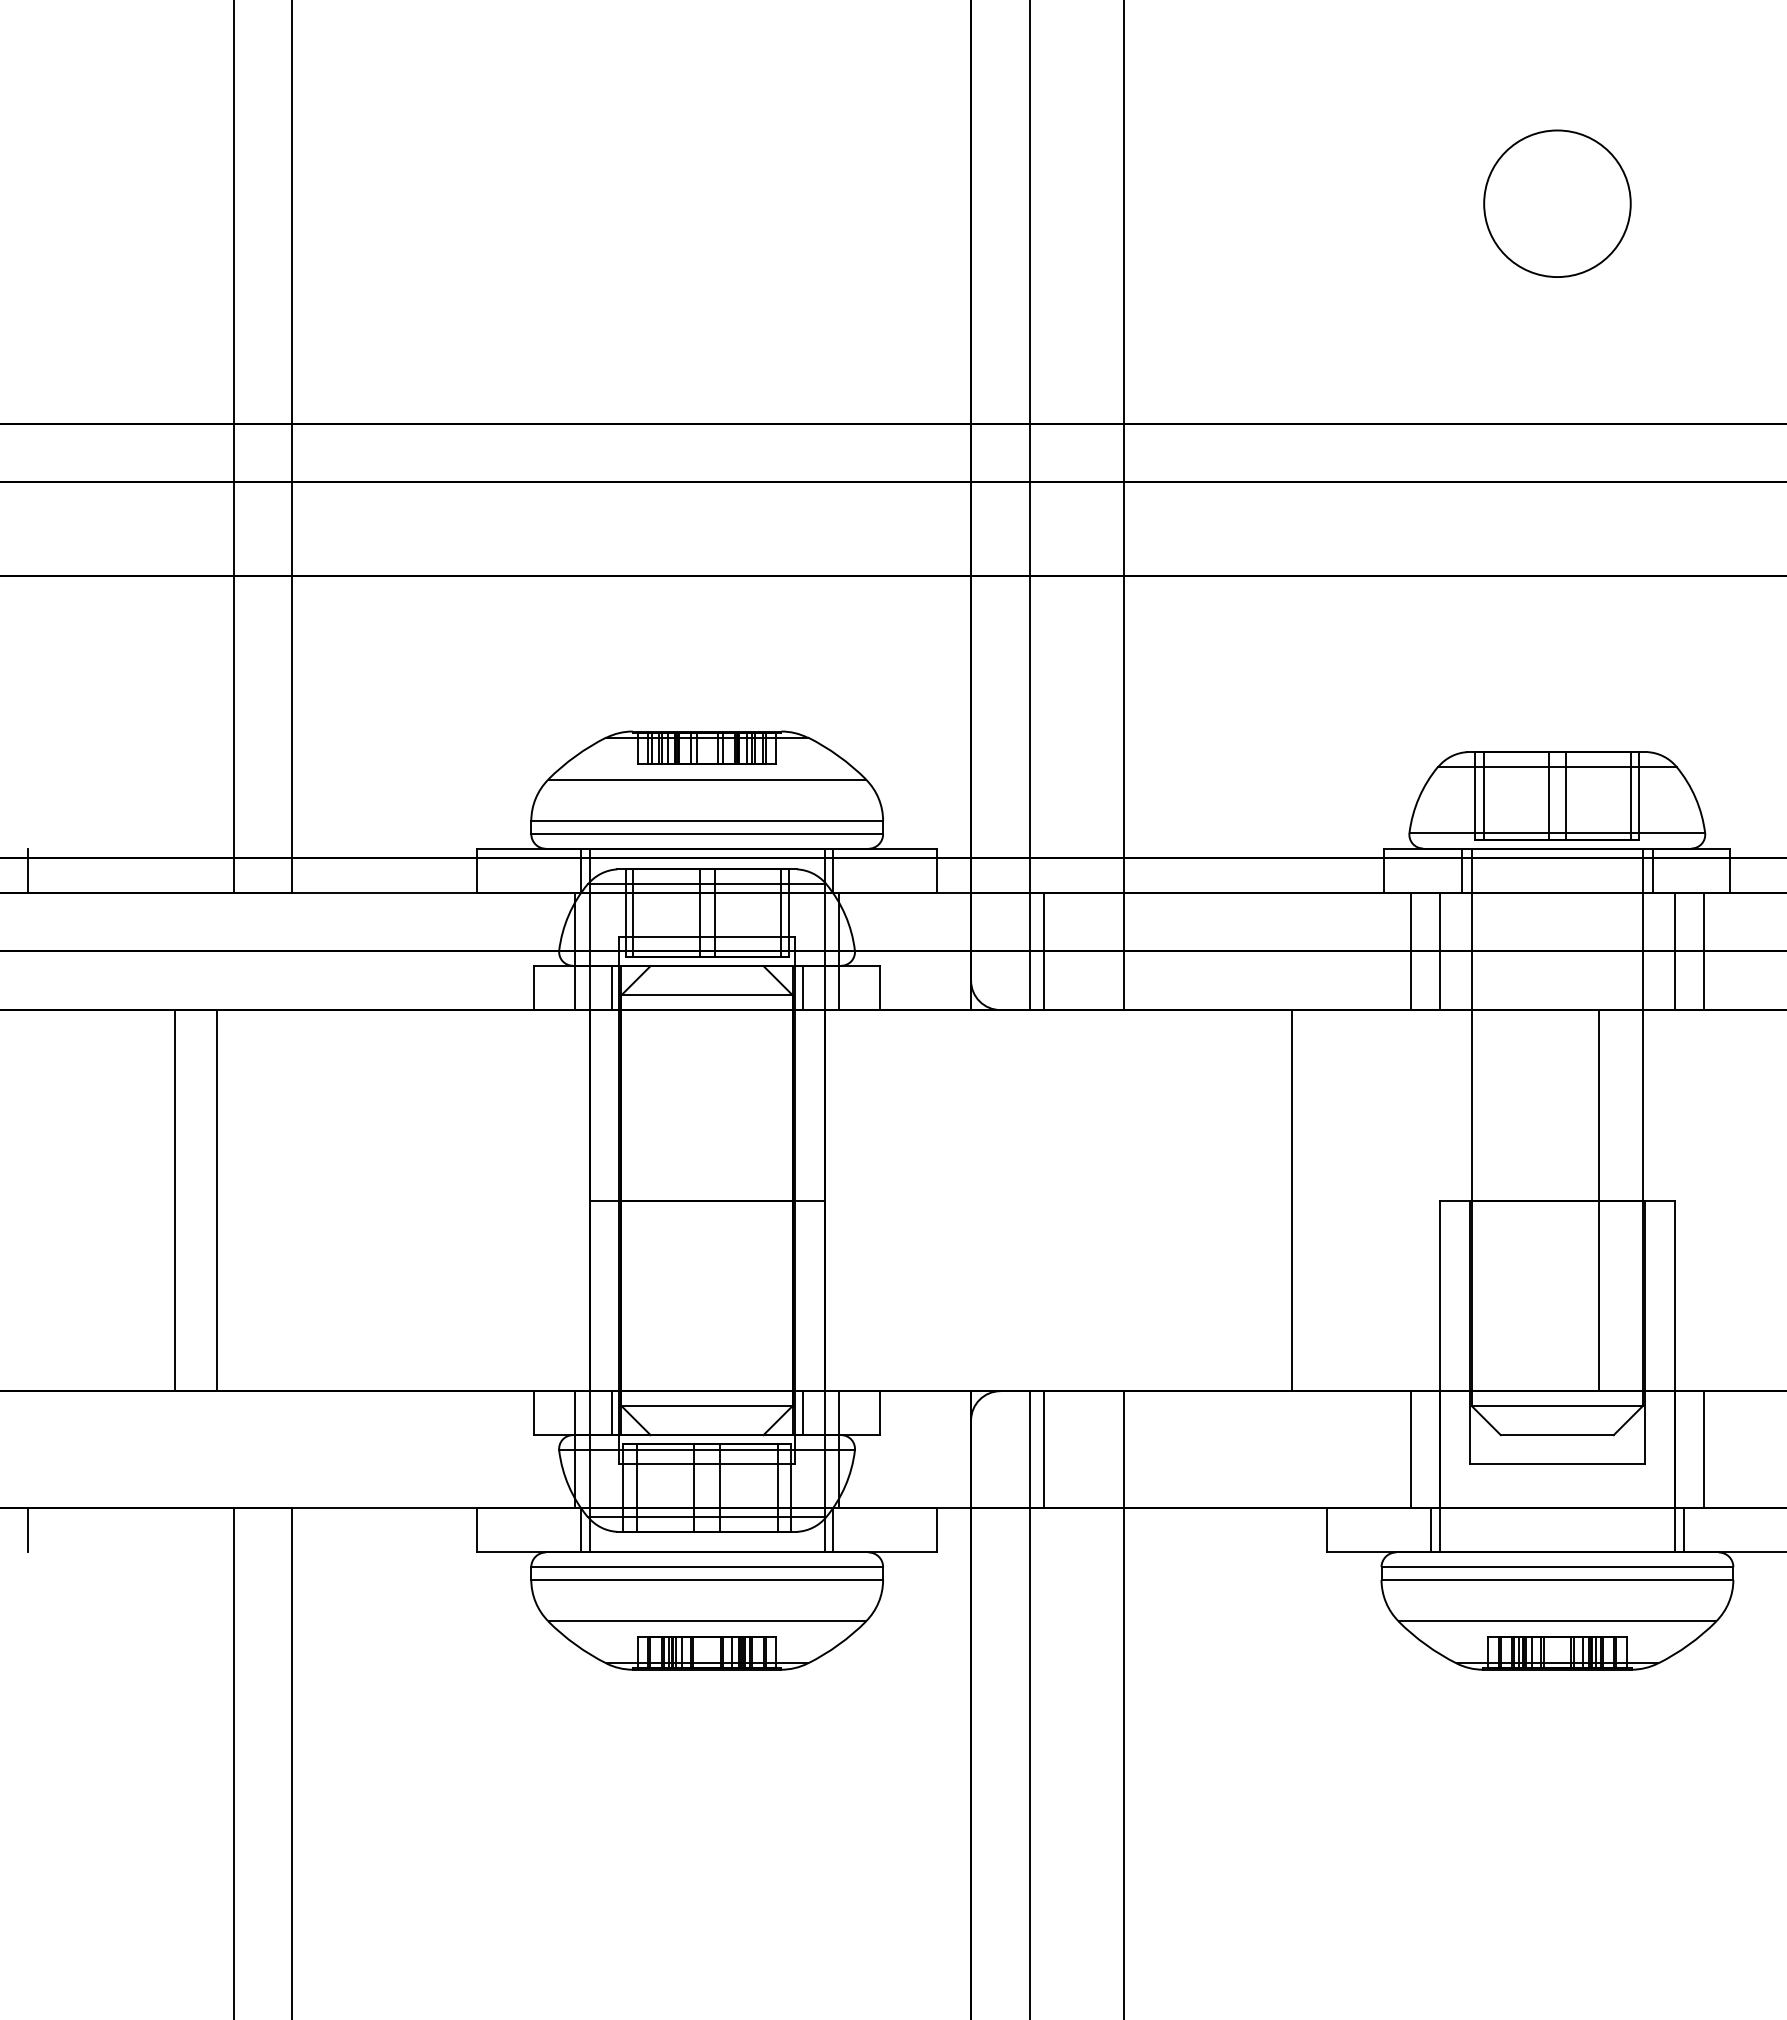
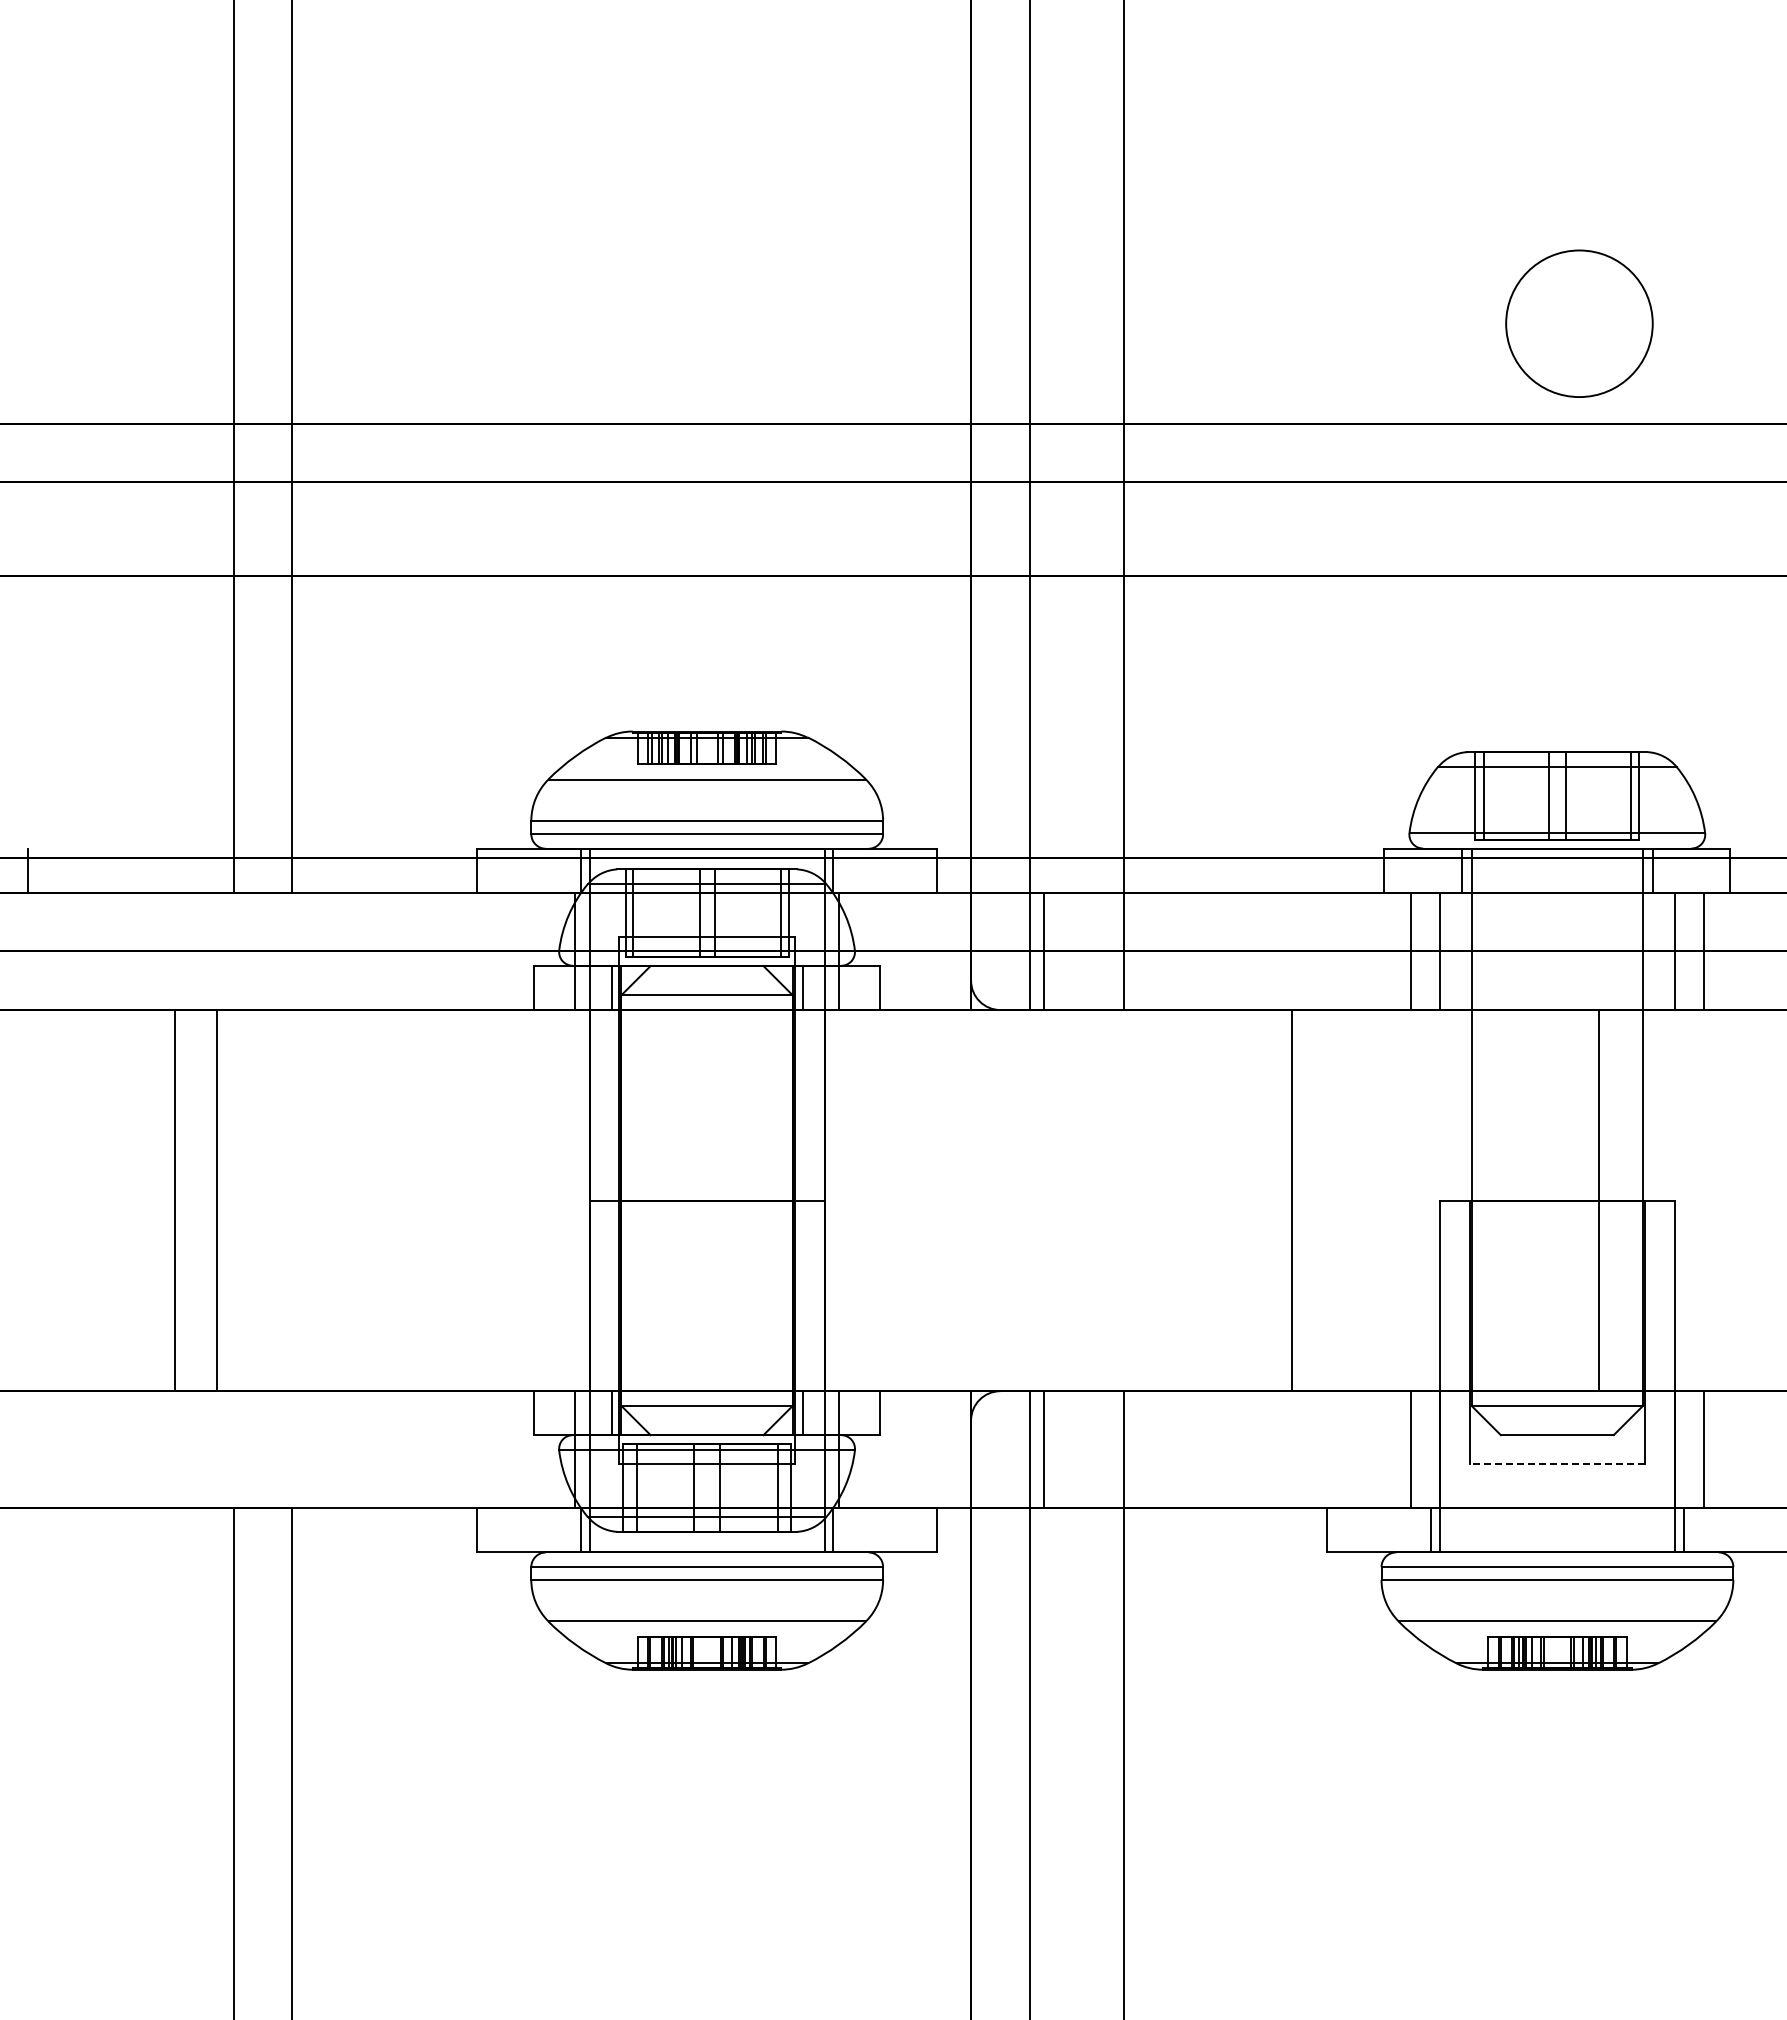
circle at (1557, 203) position: (1557, 203) -> (1579, 323)
line at (1557, 1464): solid -> dashed
line at (28, 1530): present -> none
